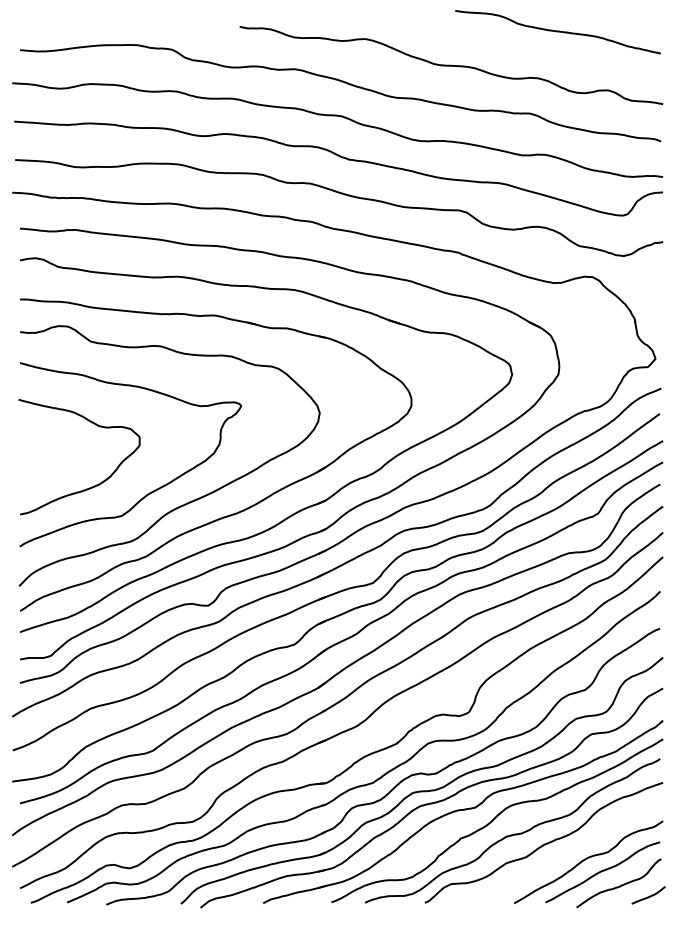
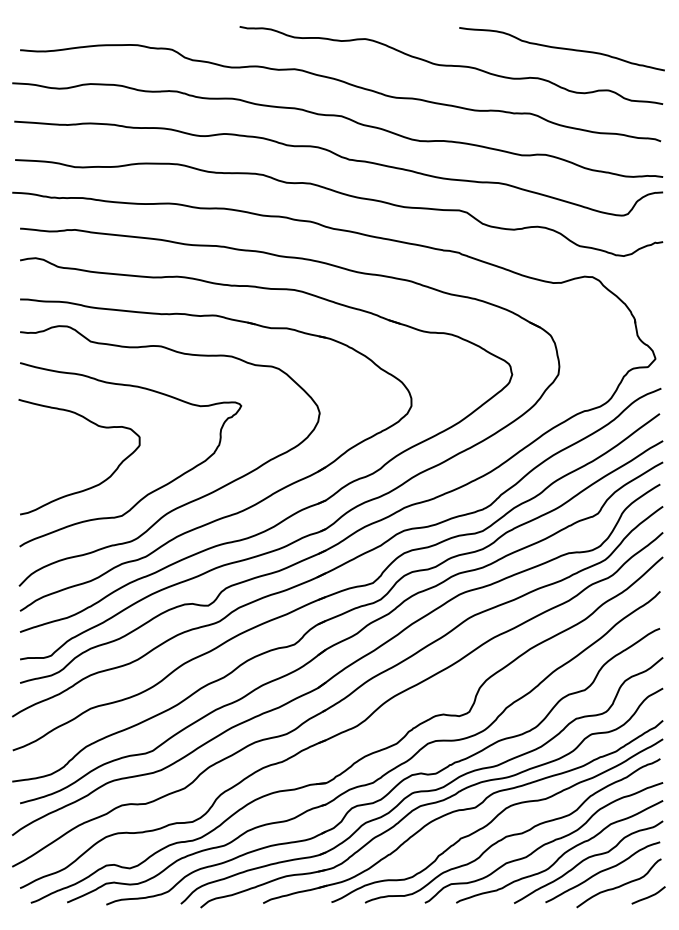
curve at (557, 32) position: (557, 32) -> (561, 49)
curve at (562, 853): none -> present
